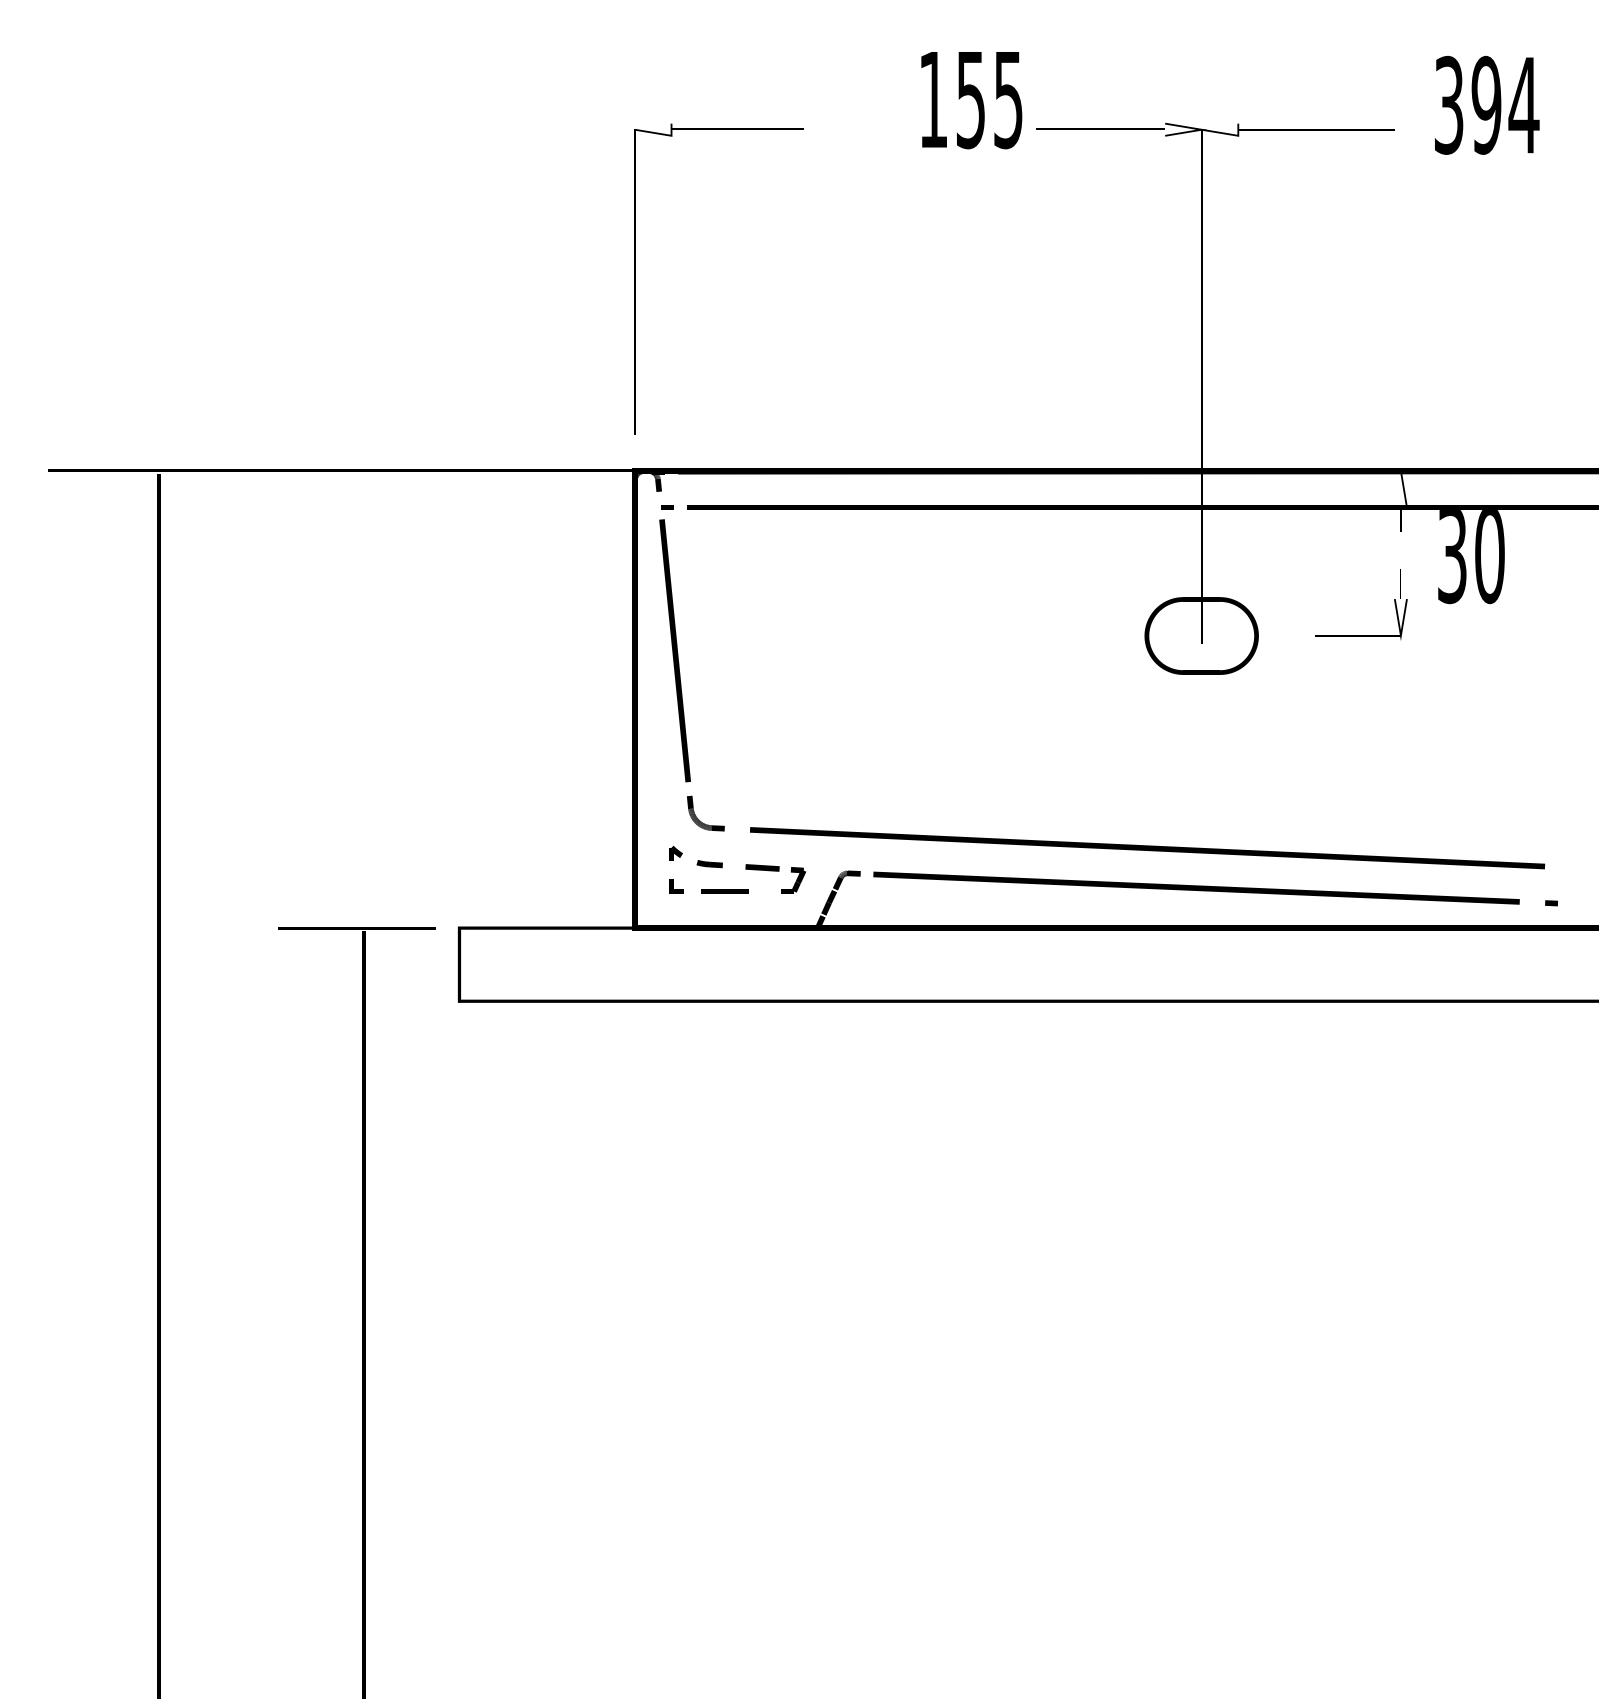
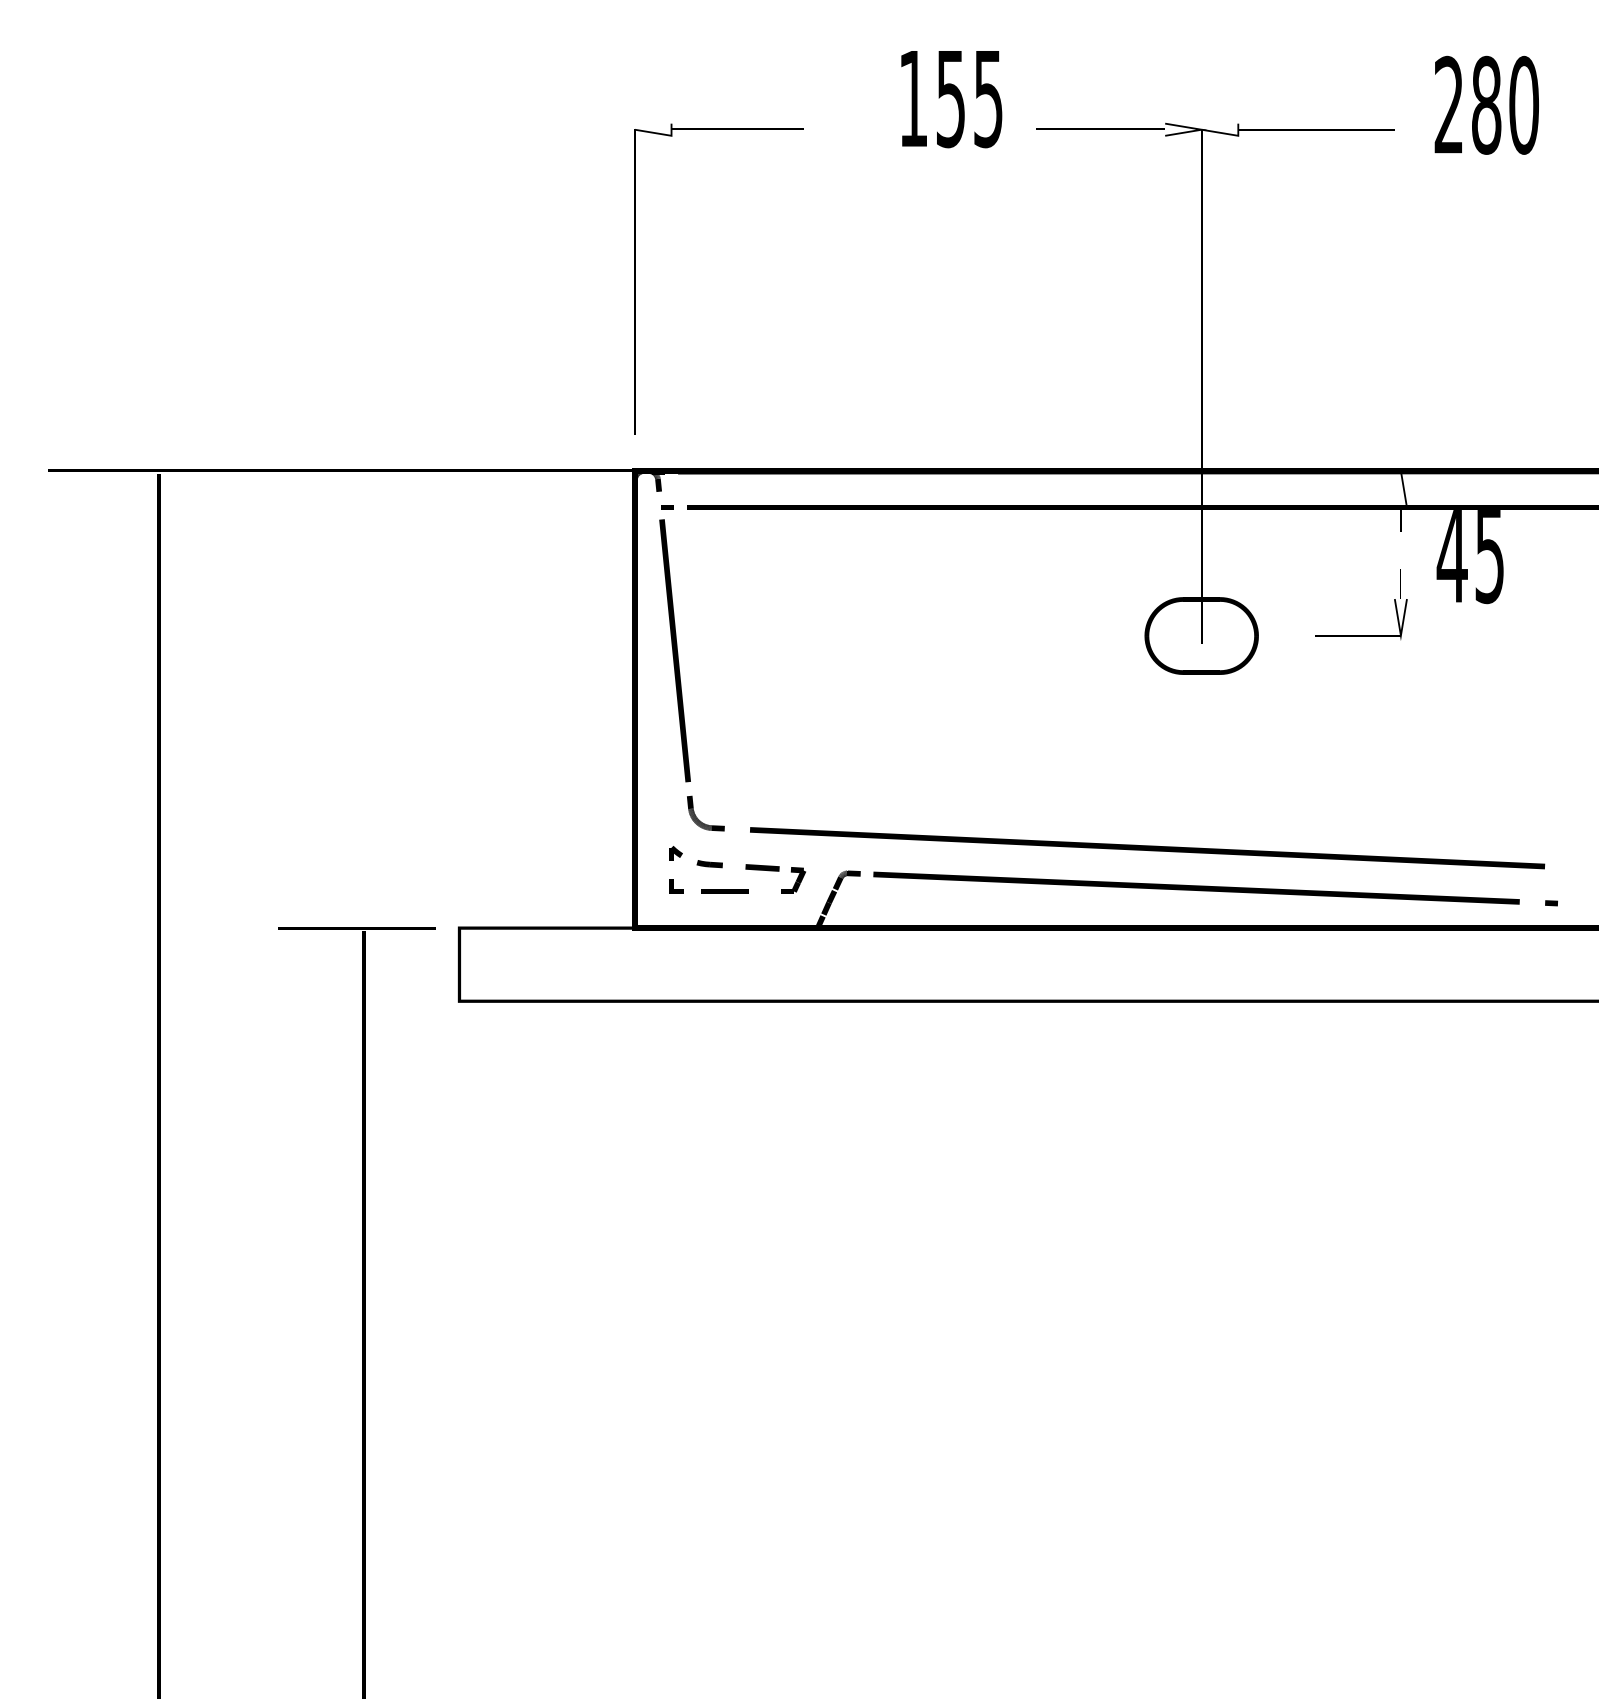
text at (971, 100) position: (971, 100) -> (951, 99)
text at (1486, 104): 394 -> 280
text at (1470, 557): 30 -> 45
